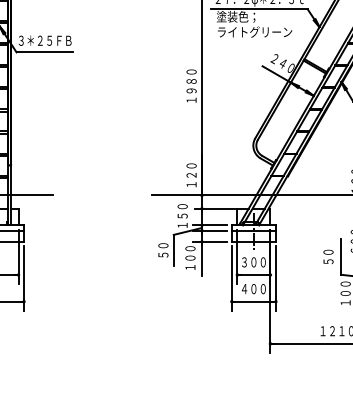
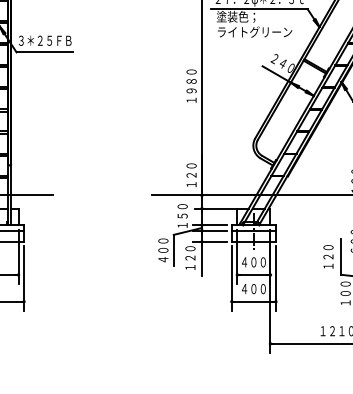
text at (163, 250): ５０ -> ４００
text at (328, 256): ５０ -> １２０
text at (190, 257): １００ -> １２０
text at (244, 262): ３００ -> ４００
